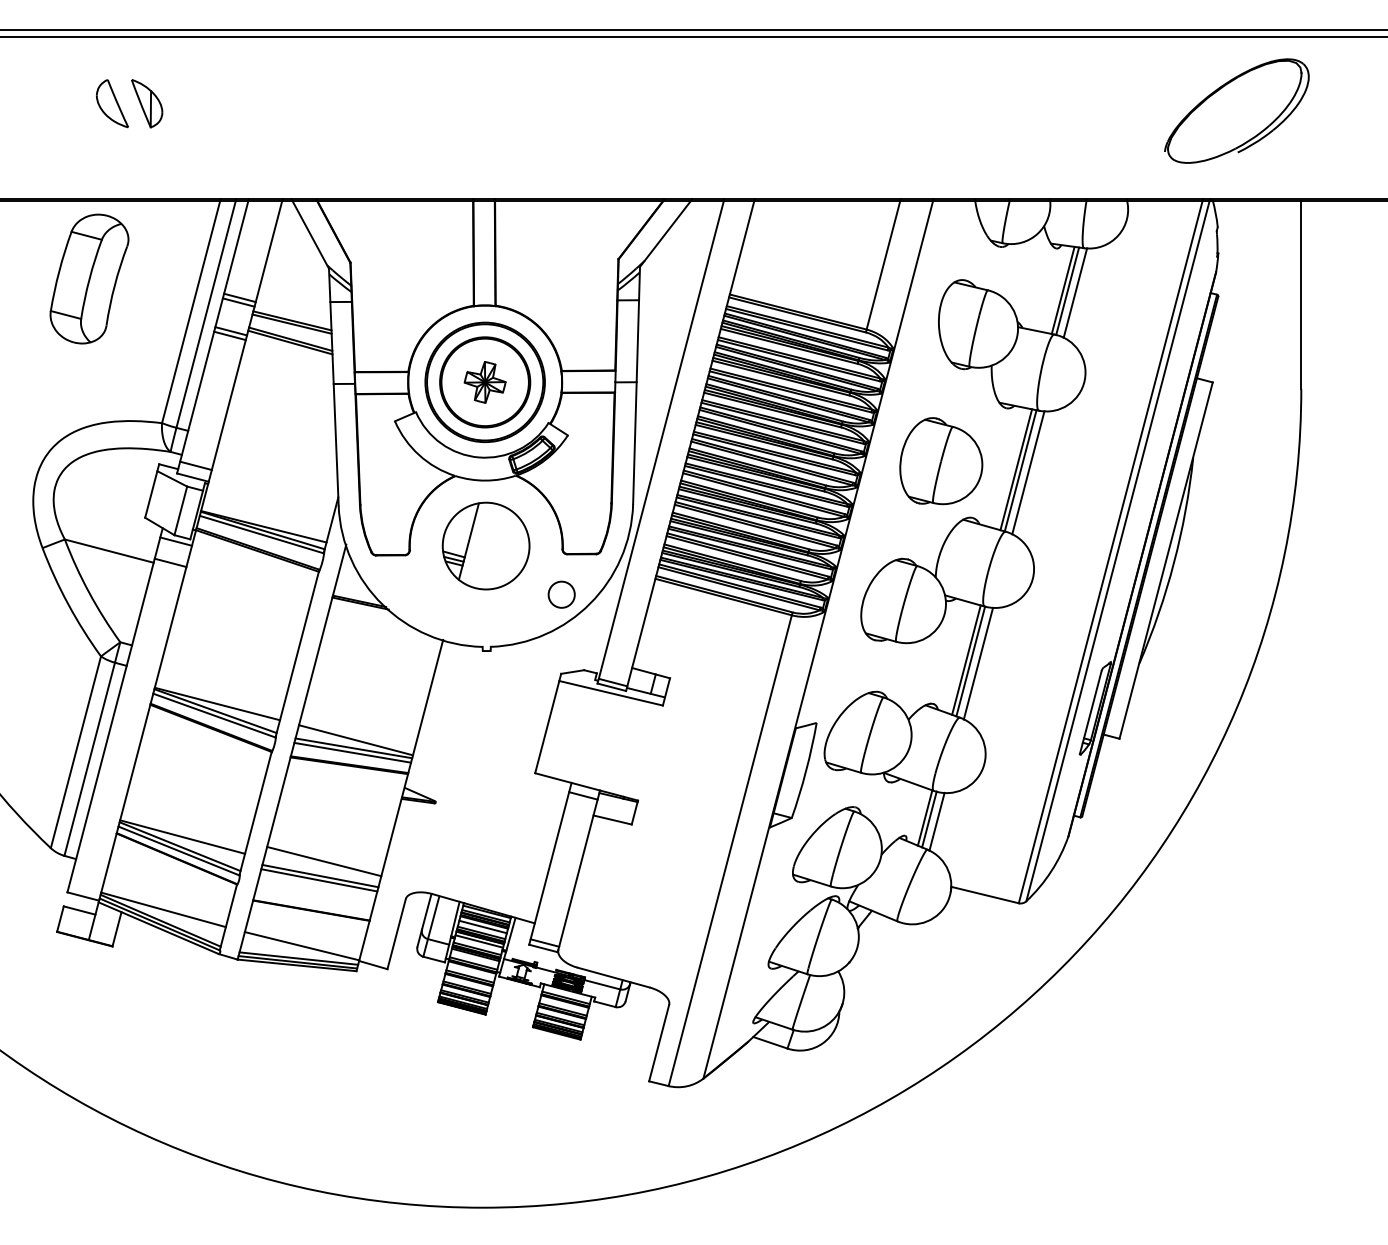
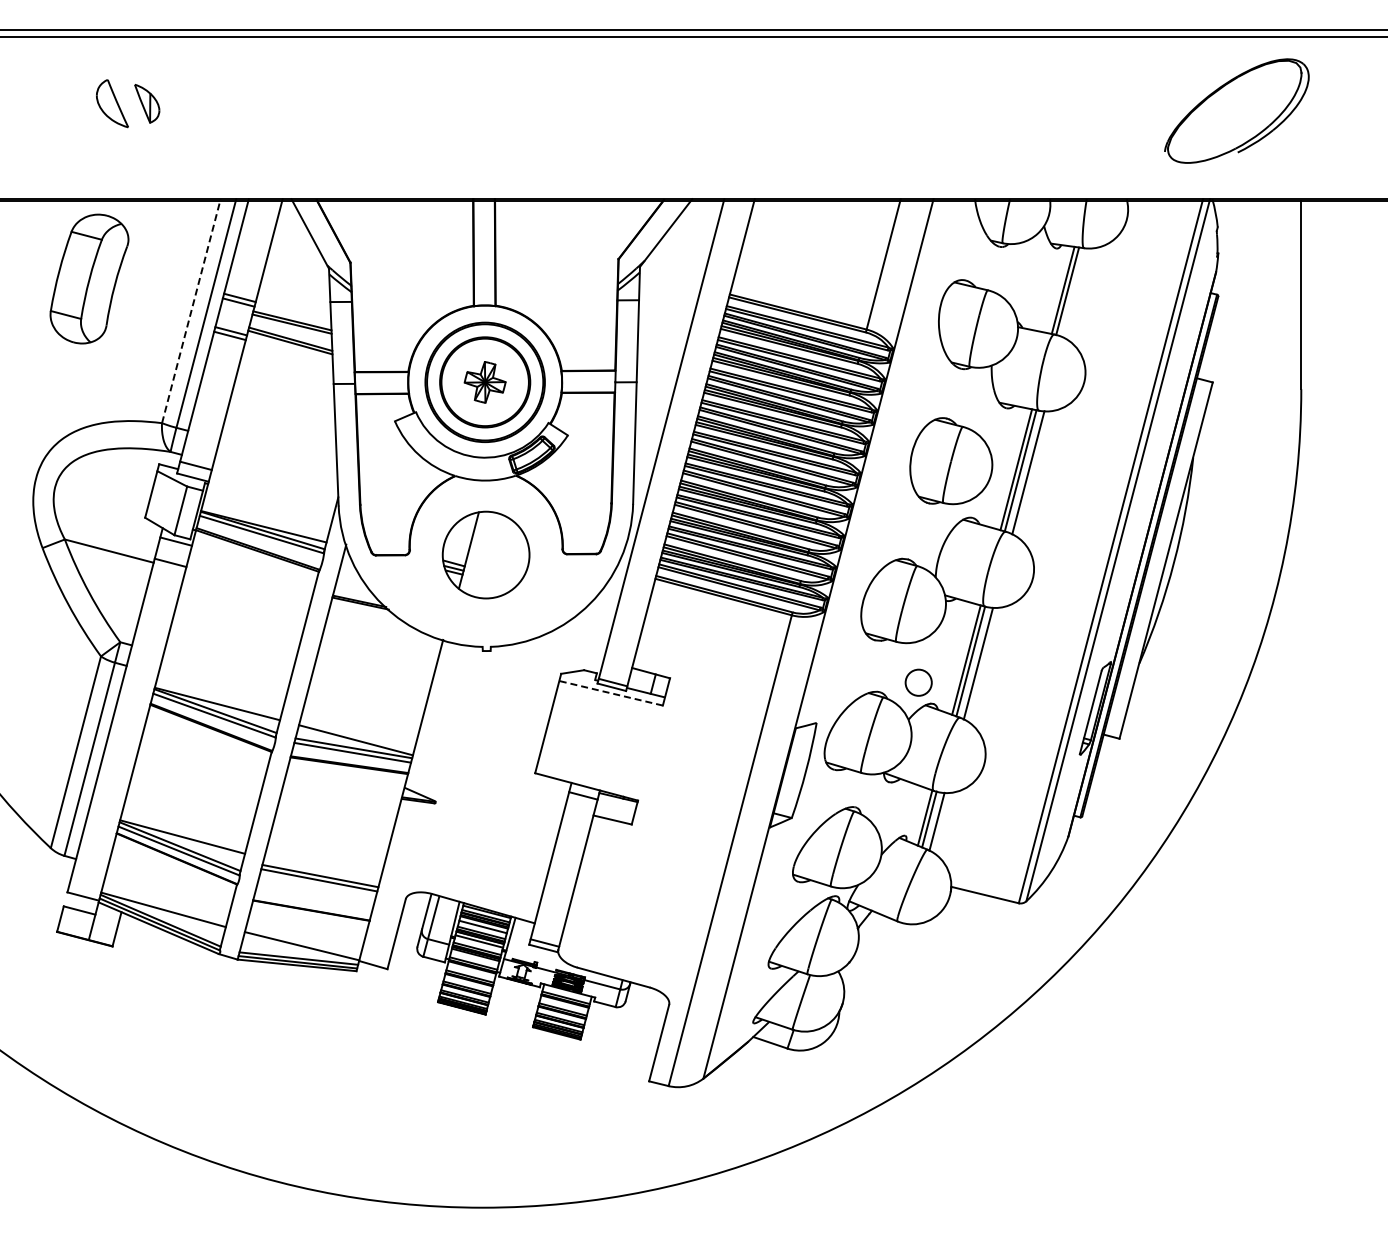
part at (147, 103) size: 33x50 px -> 27x40 px
line at (1075, 292): present -> none
line at (191, 311): solid -> dashed
part at (941, 461) position: (941, 461) -> (951, 461)
part at (485, 545) position: (485, 545) -> (485, 554)
circle at (561, 594) position: (561, 594) -> (918, 682)
line at (610, 693): solid -> dashed
line at (324, 861): present -> none
